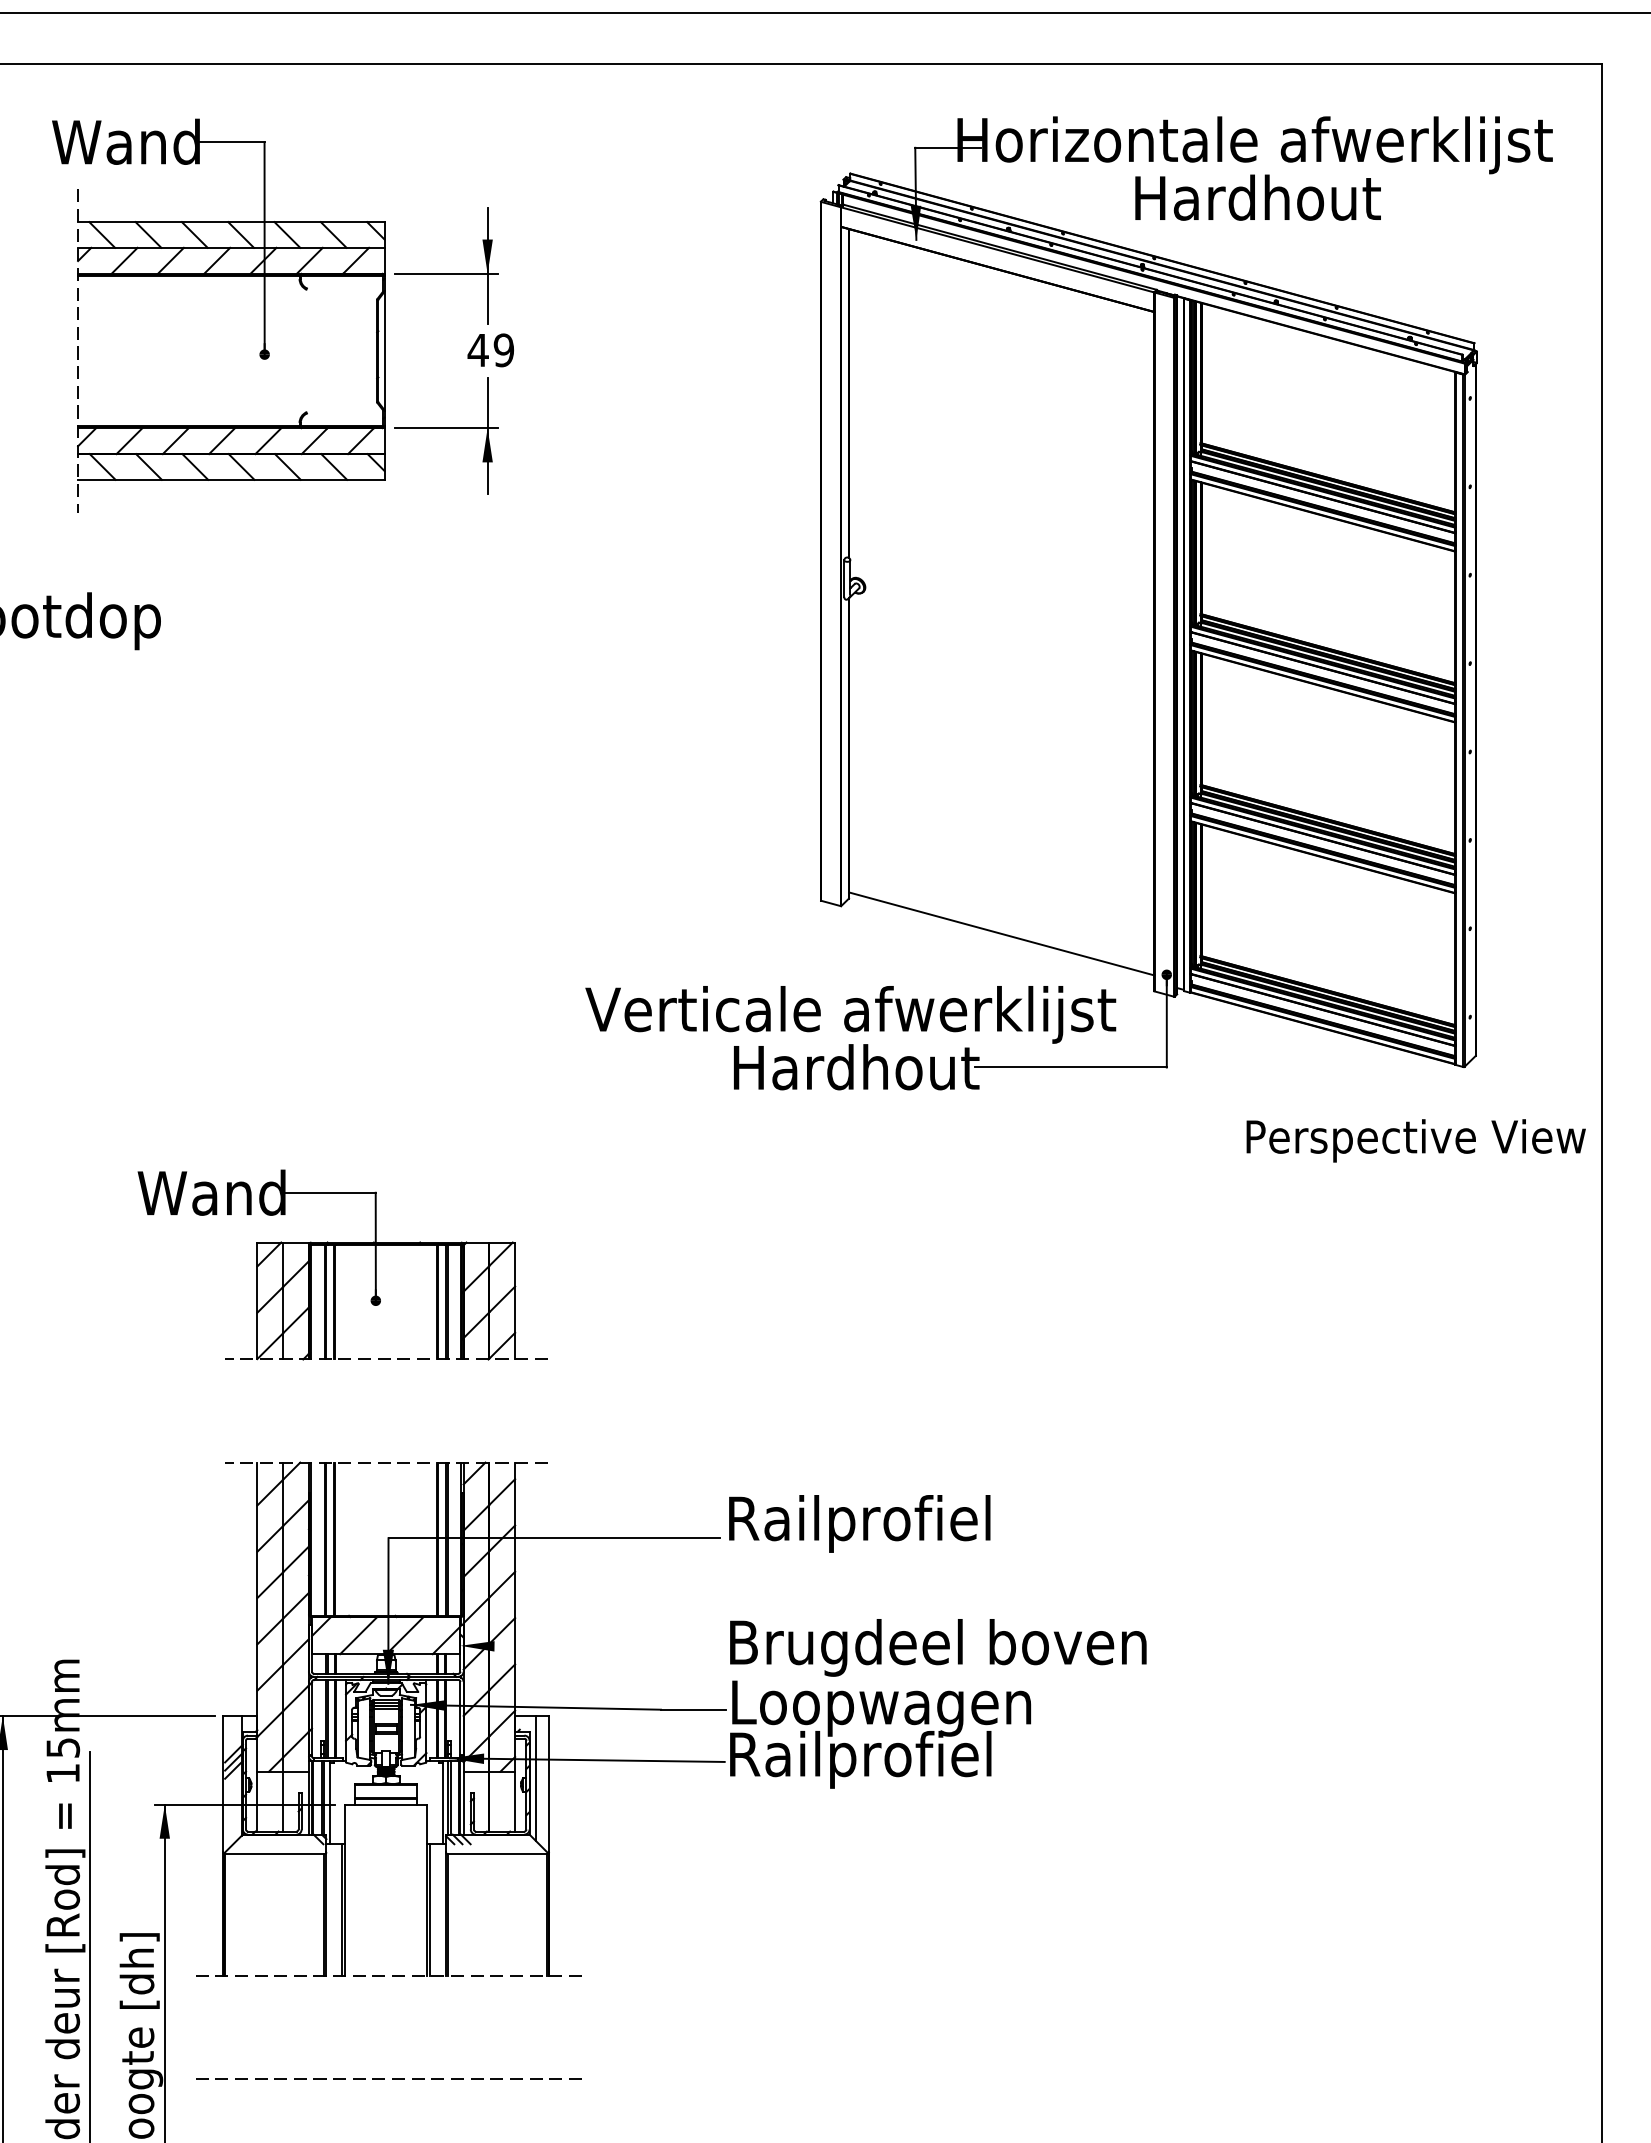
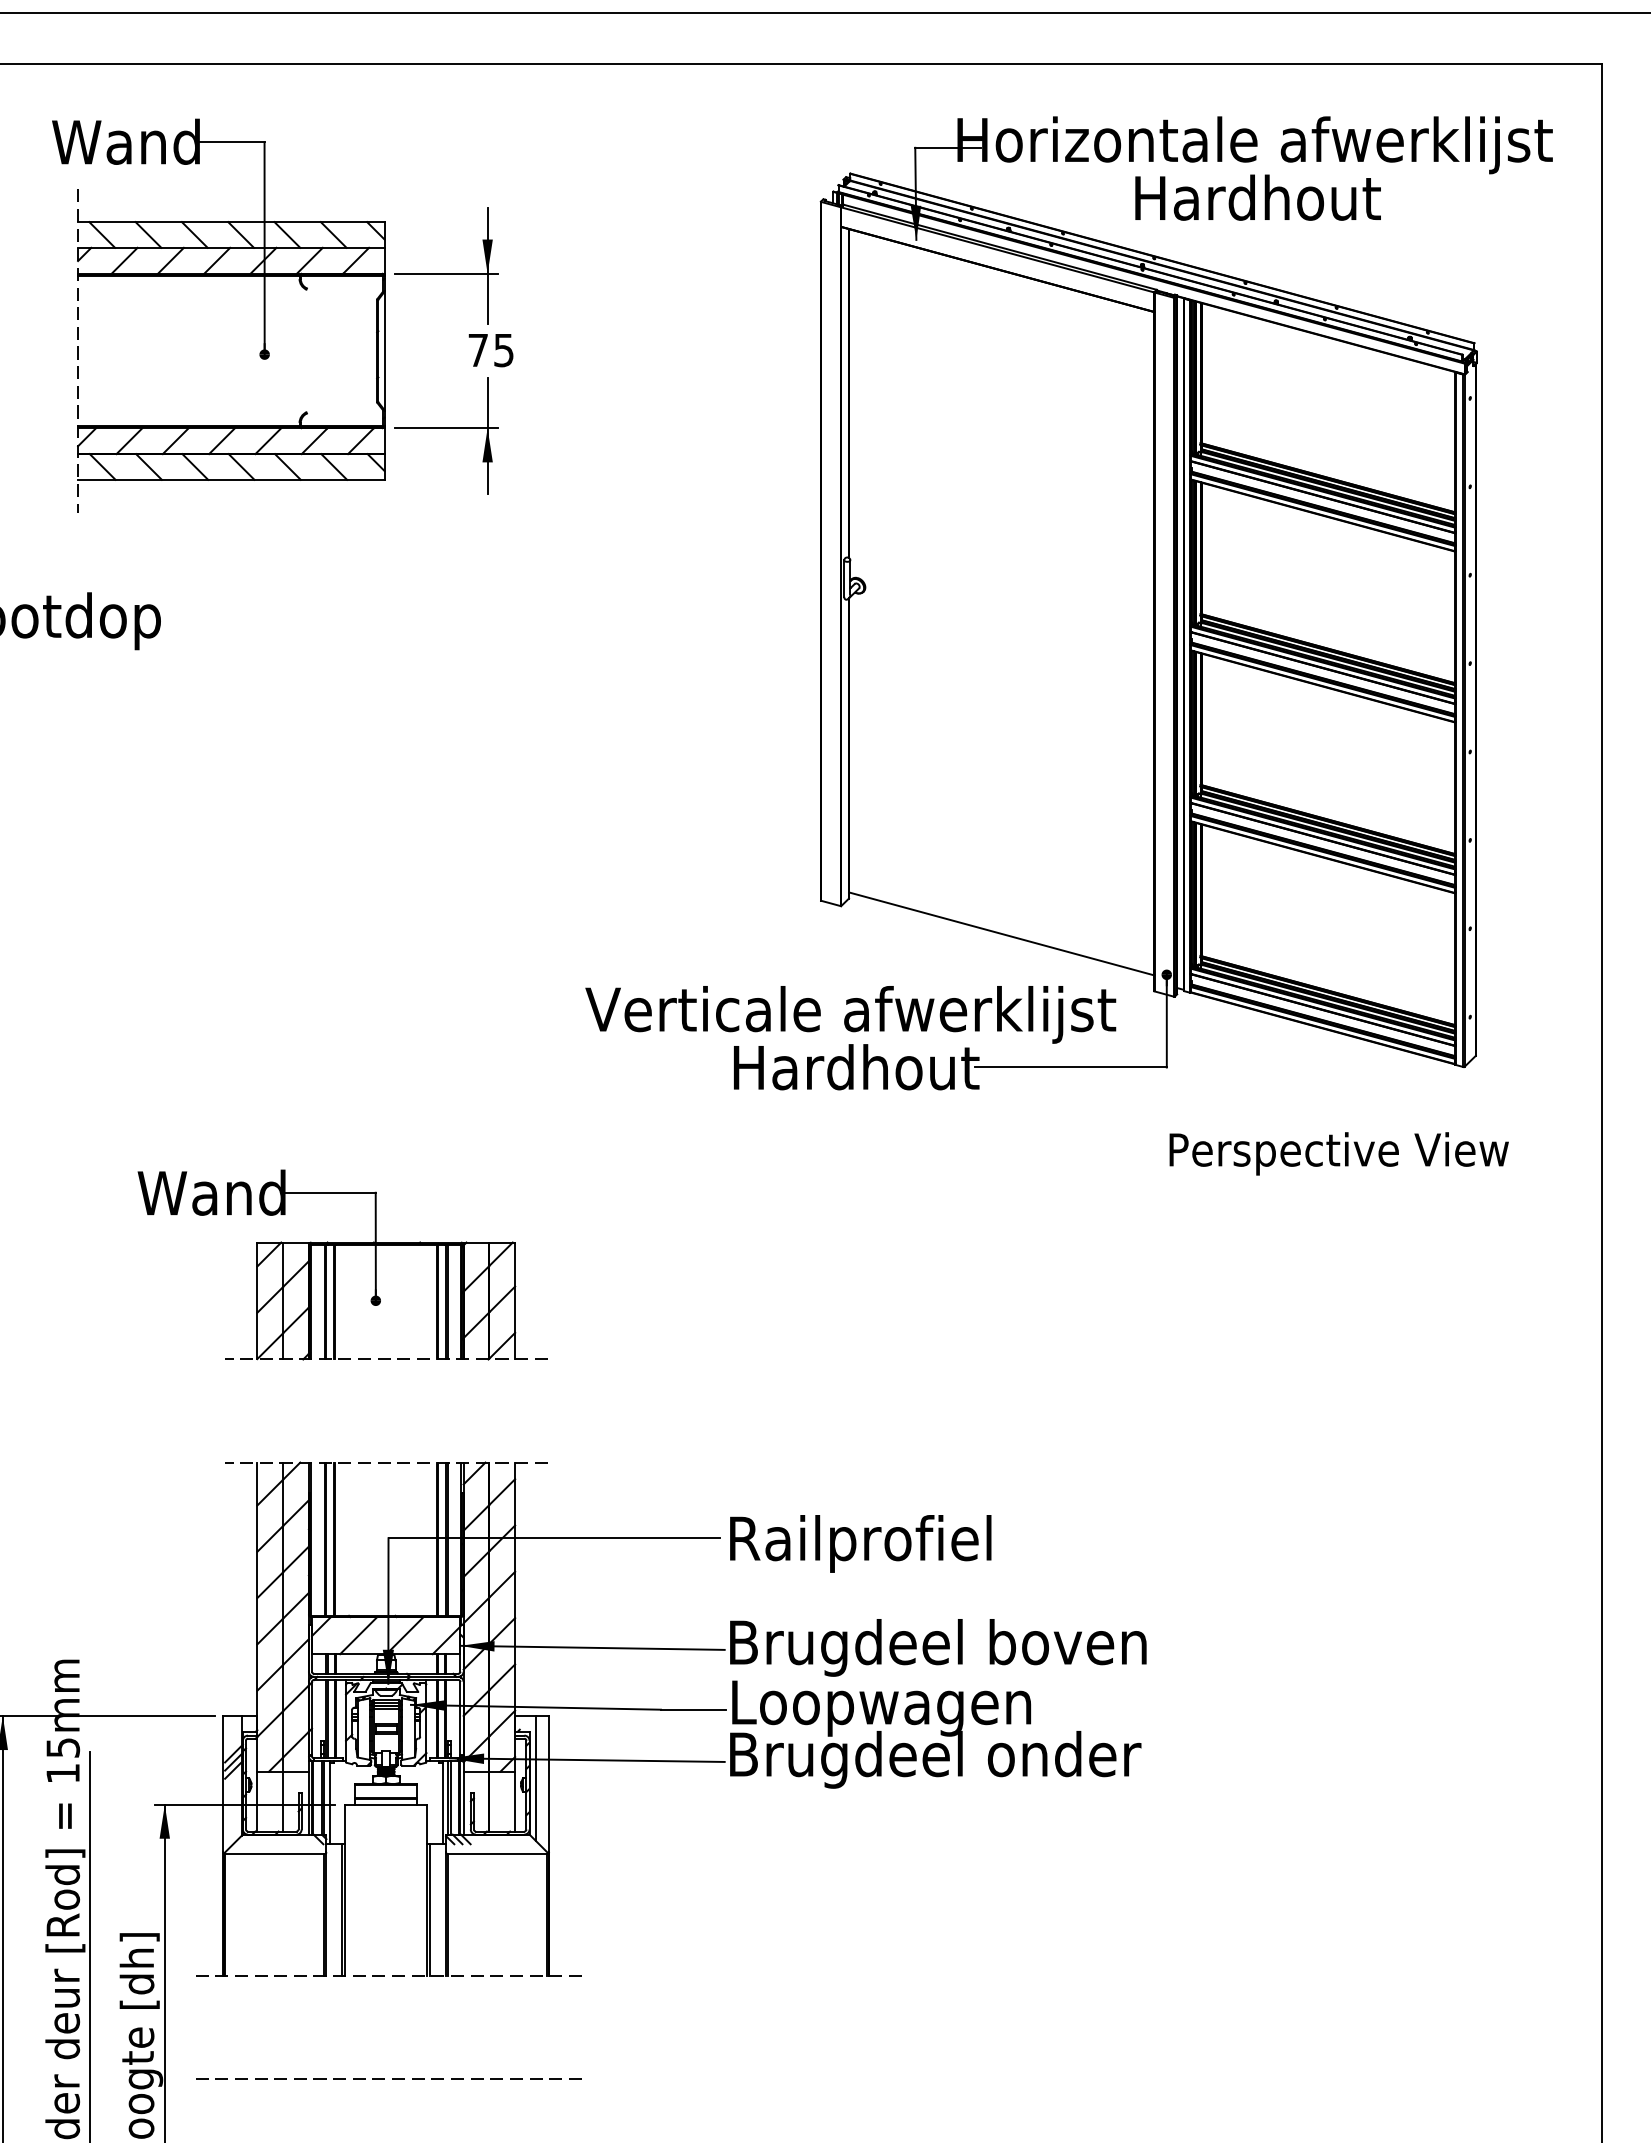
text at (490, 350): 49 -> 75
text at (1415, 1140) position: (1415, 1140) -> (1338, 1153)
text at (859, 1523) position: (859, 1523) -> (860, 1543)
line at (592, 1647): none -> present
text at (938, 1759): Railprofiel -> Brugdeel onder
